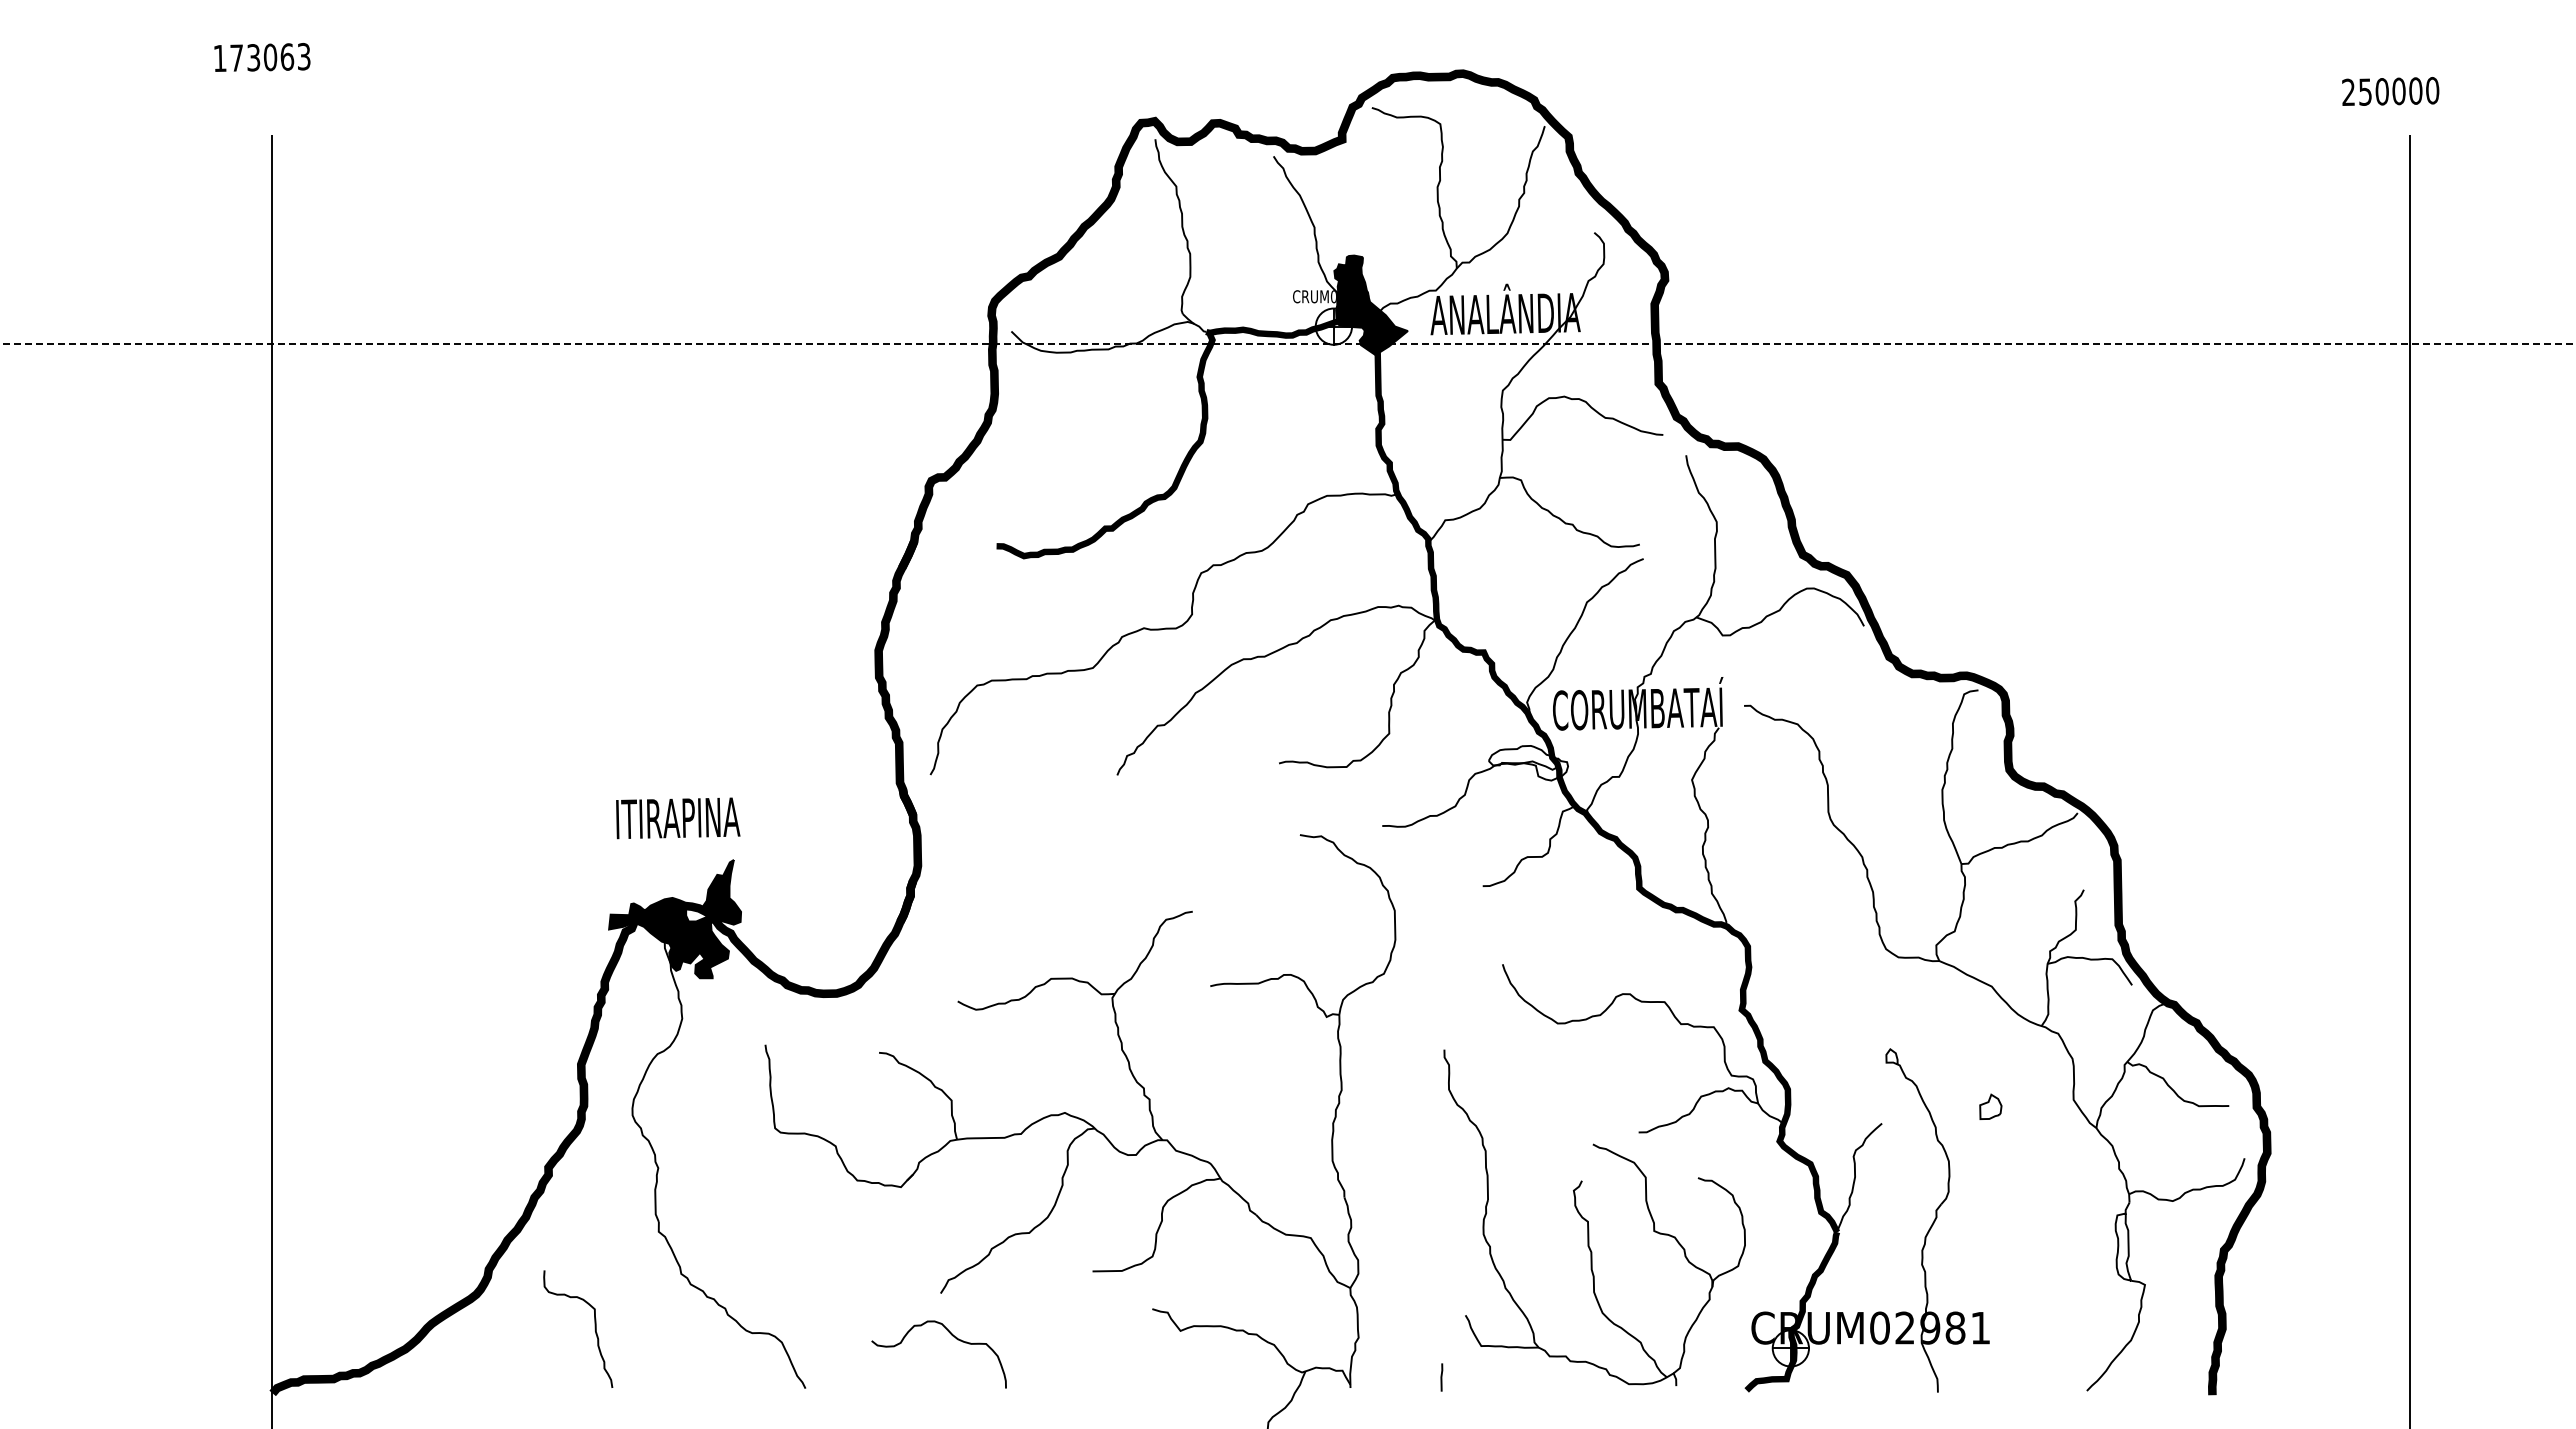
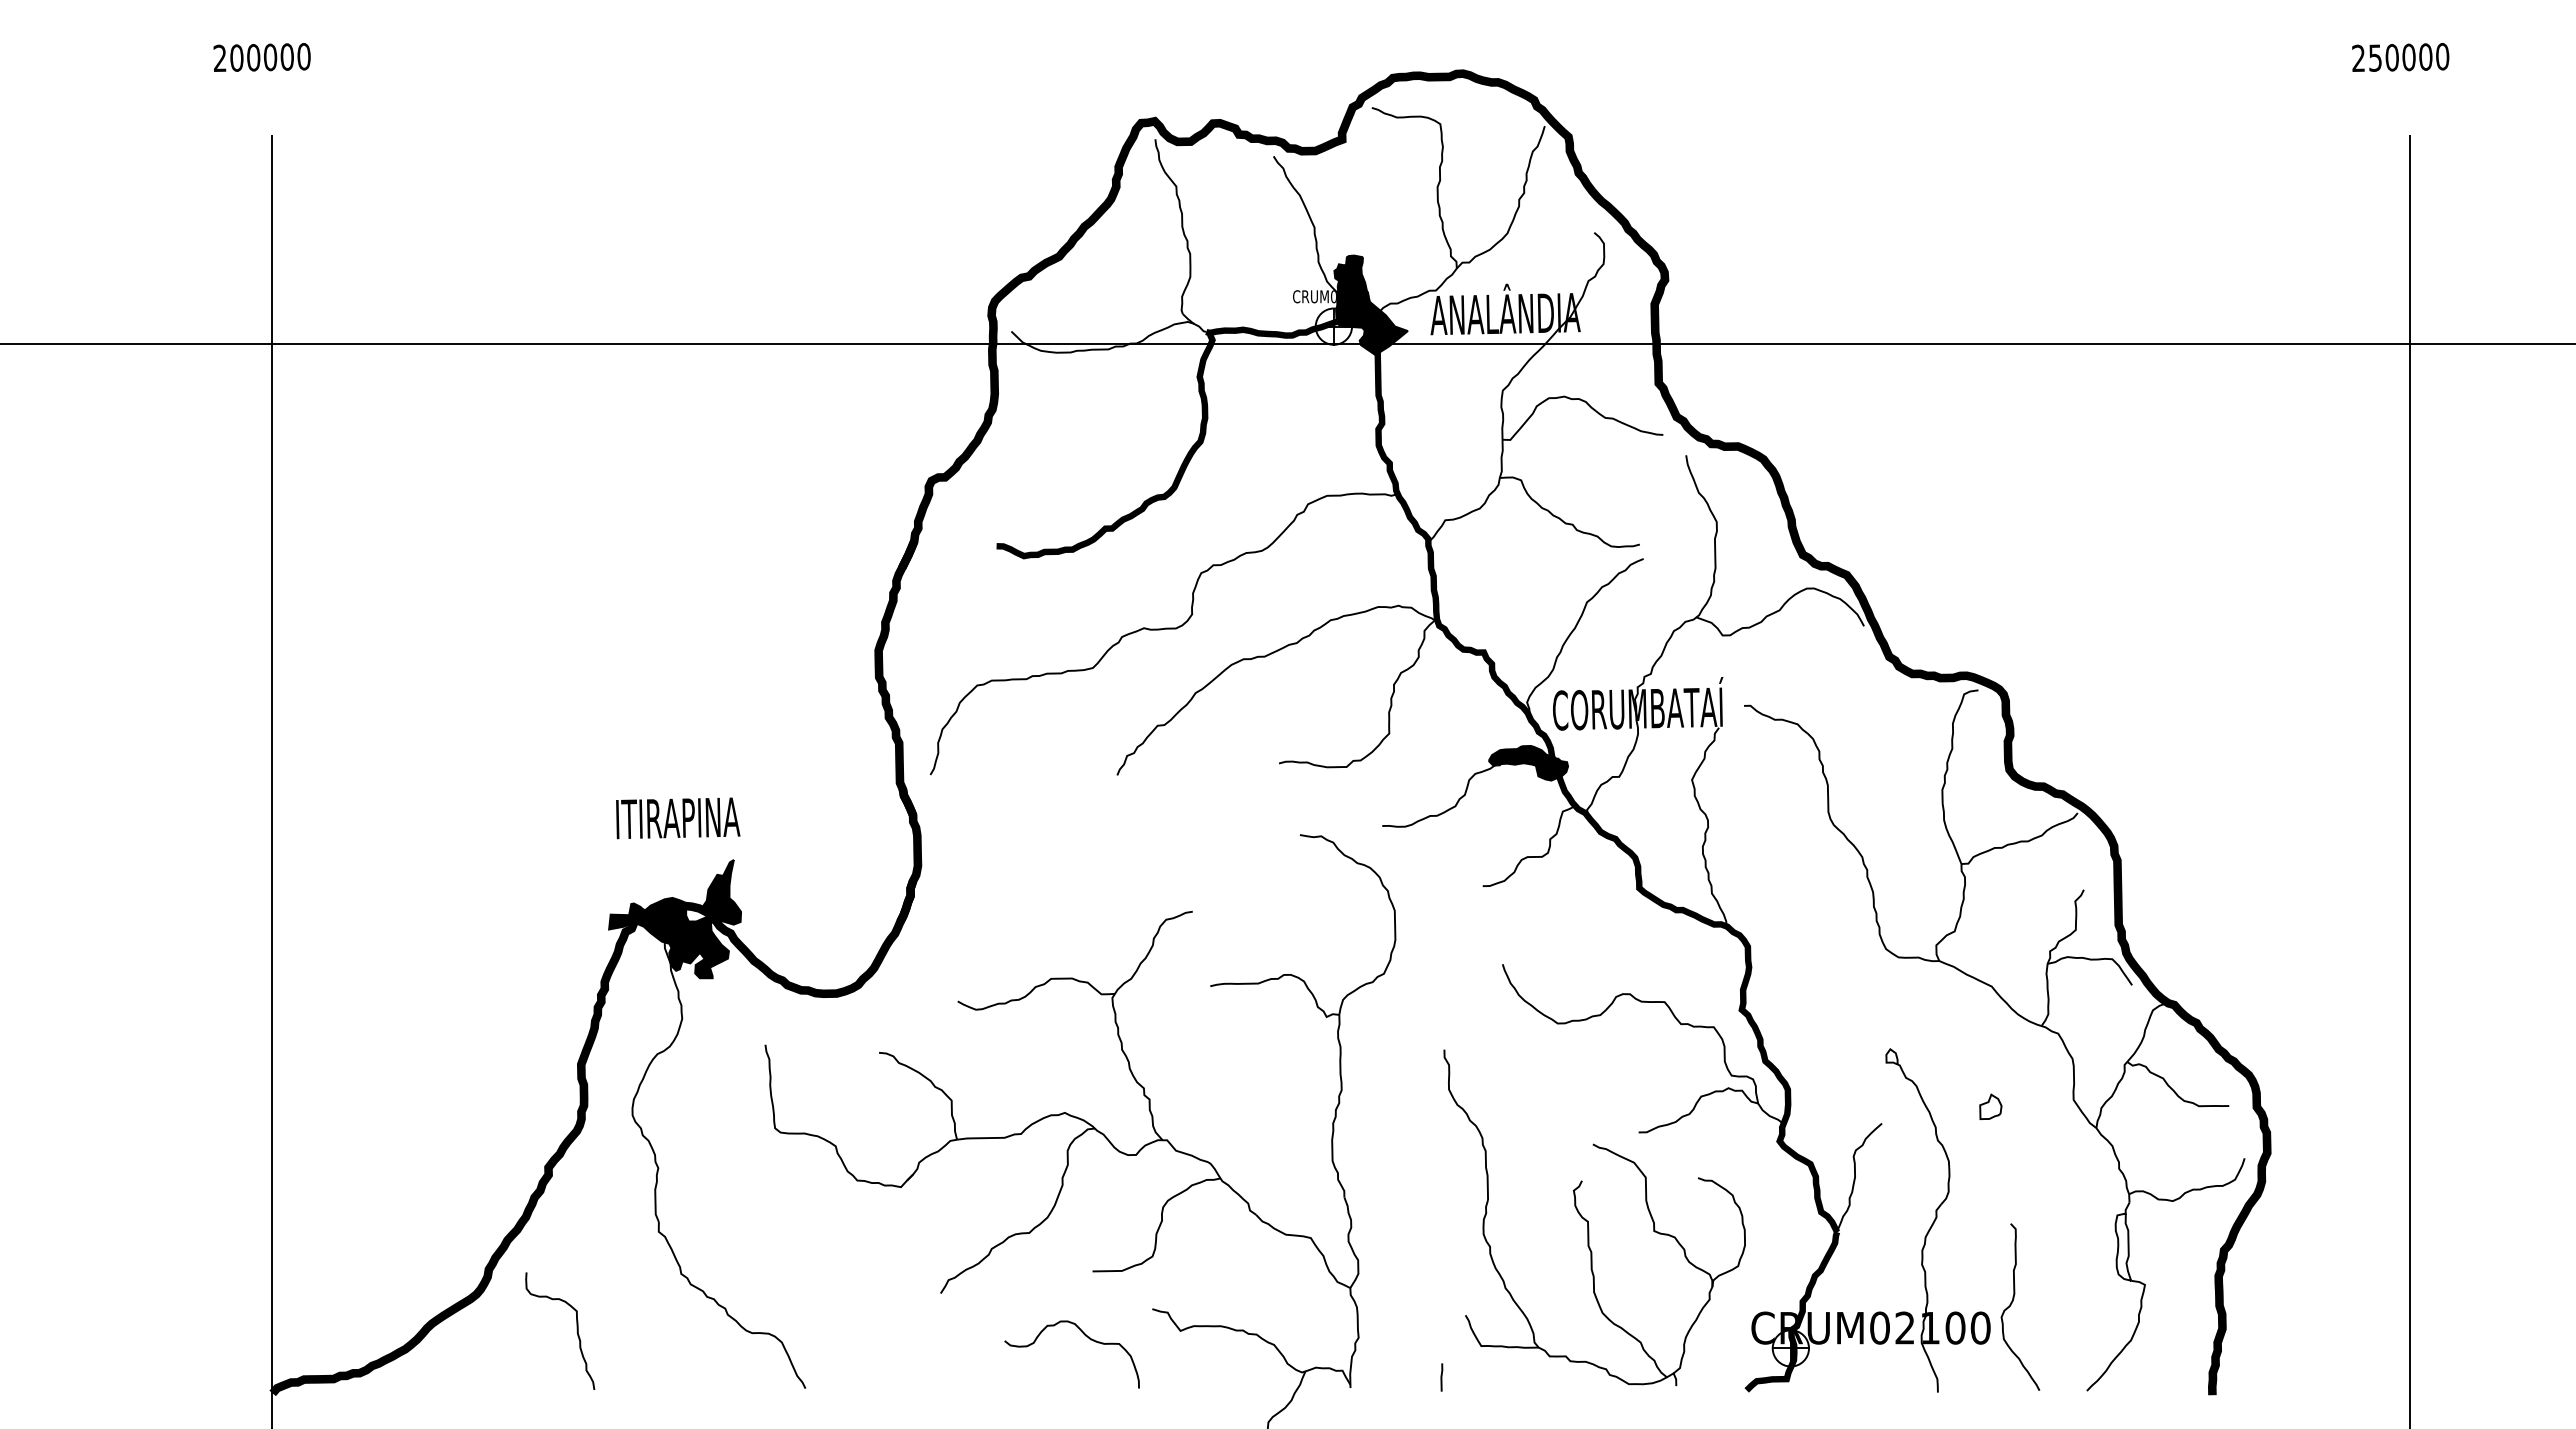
text at (261, 57): 173063 -> 200000
text at (2390, 91) position: (2390, 91) -> (2400, 57)
line at (1287, 343): dashed -> solid
fill at (1528, 762): none -> present
curve at (2012, 1303): none -> present
text at (1955, 1327): CRUM02981 -> CRUM02100
curve at (594, 1328) position: (594, 1328) -> (576, 1330)
curve at (952, 1336) position: (952, 1336) -> (1085, 1336)
